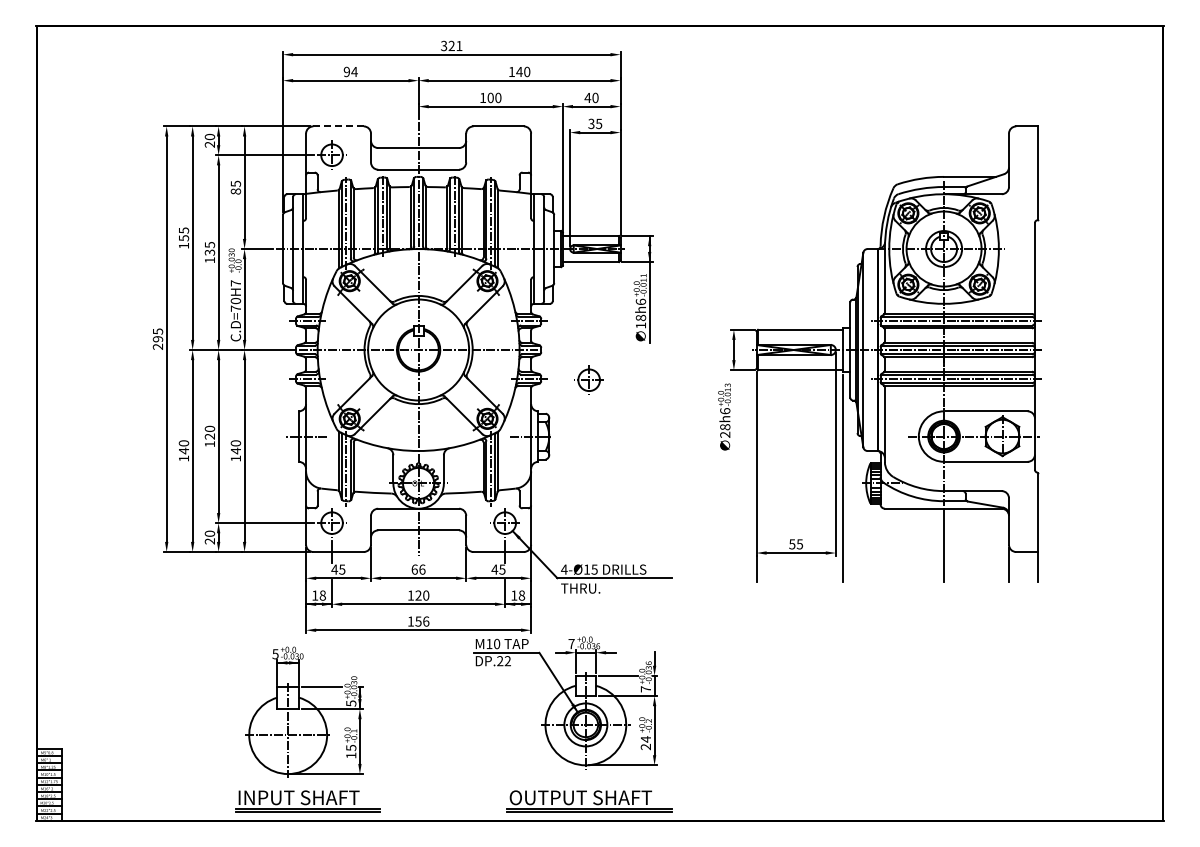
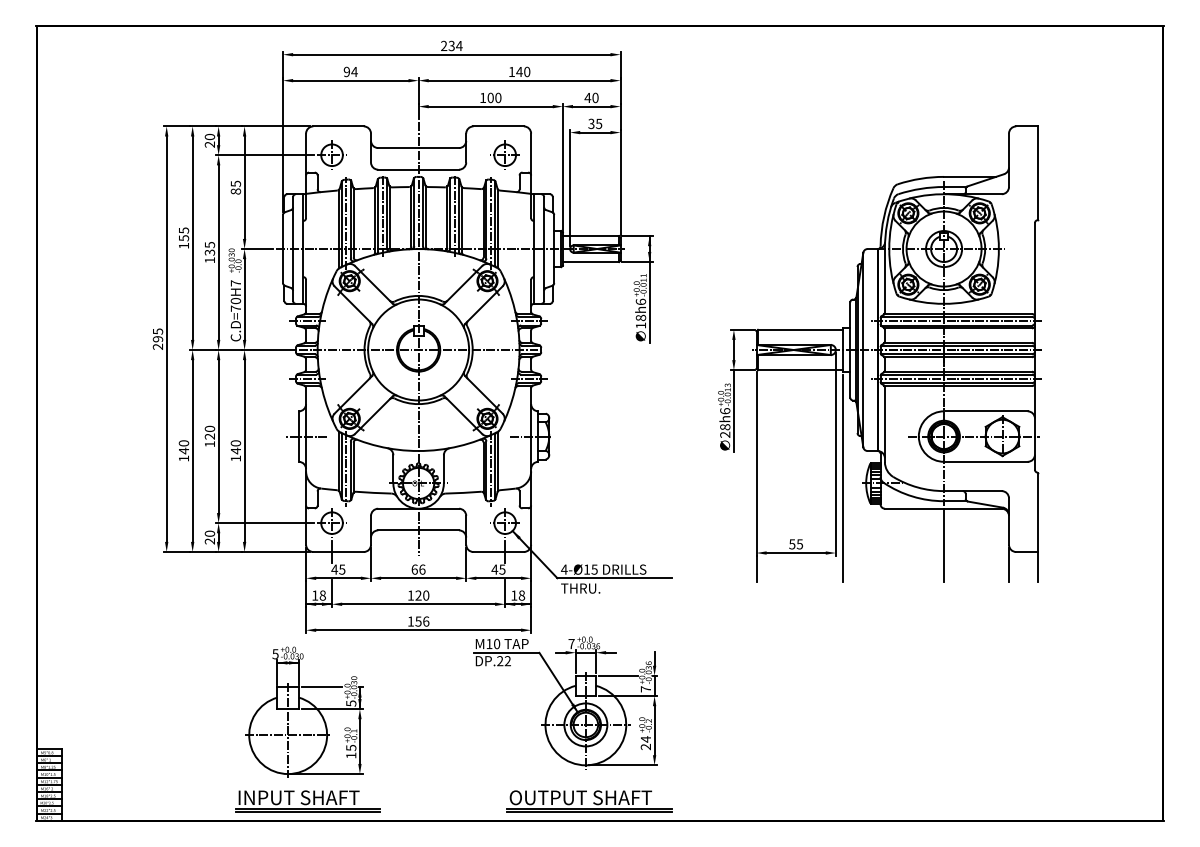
text at (451, 46): 321 -> 234
line at (339, 126): dashed -> solid
part at (588, 379) position: (588, 379) -> (504, 154)
line at (733, 411): none -> present
